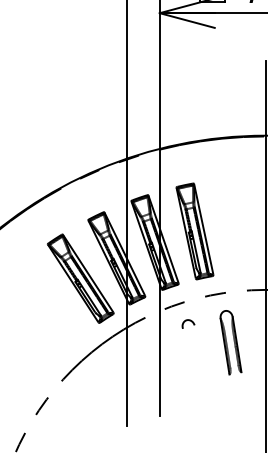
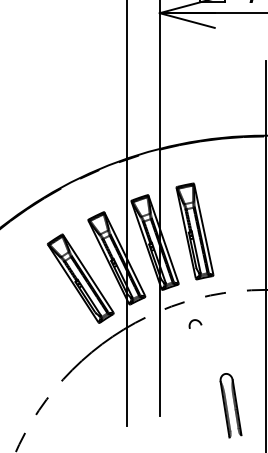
curve at (189, 321) position: (189, 321) -> (196, 321)
part at (230, 342) position: (230, 342) -> (230, 405)
